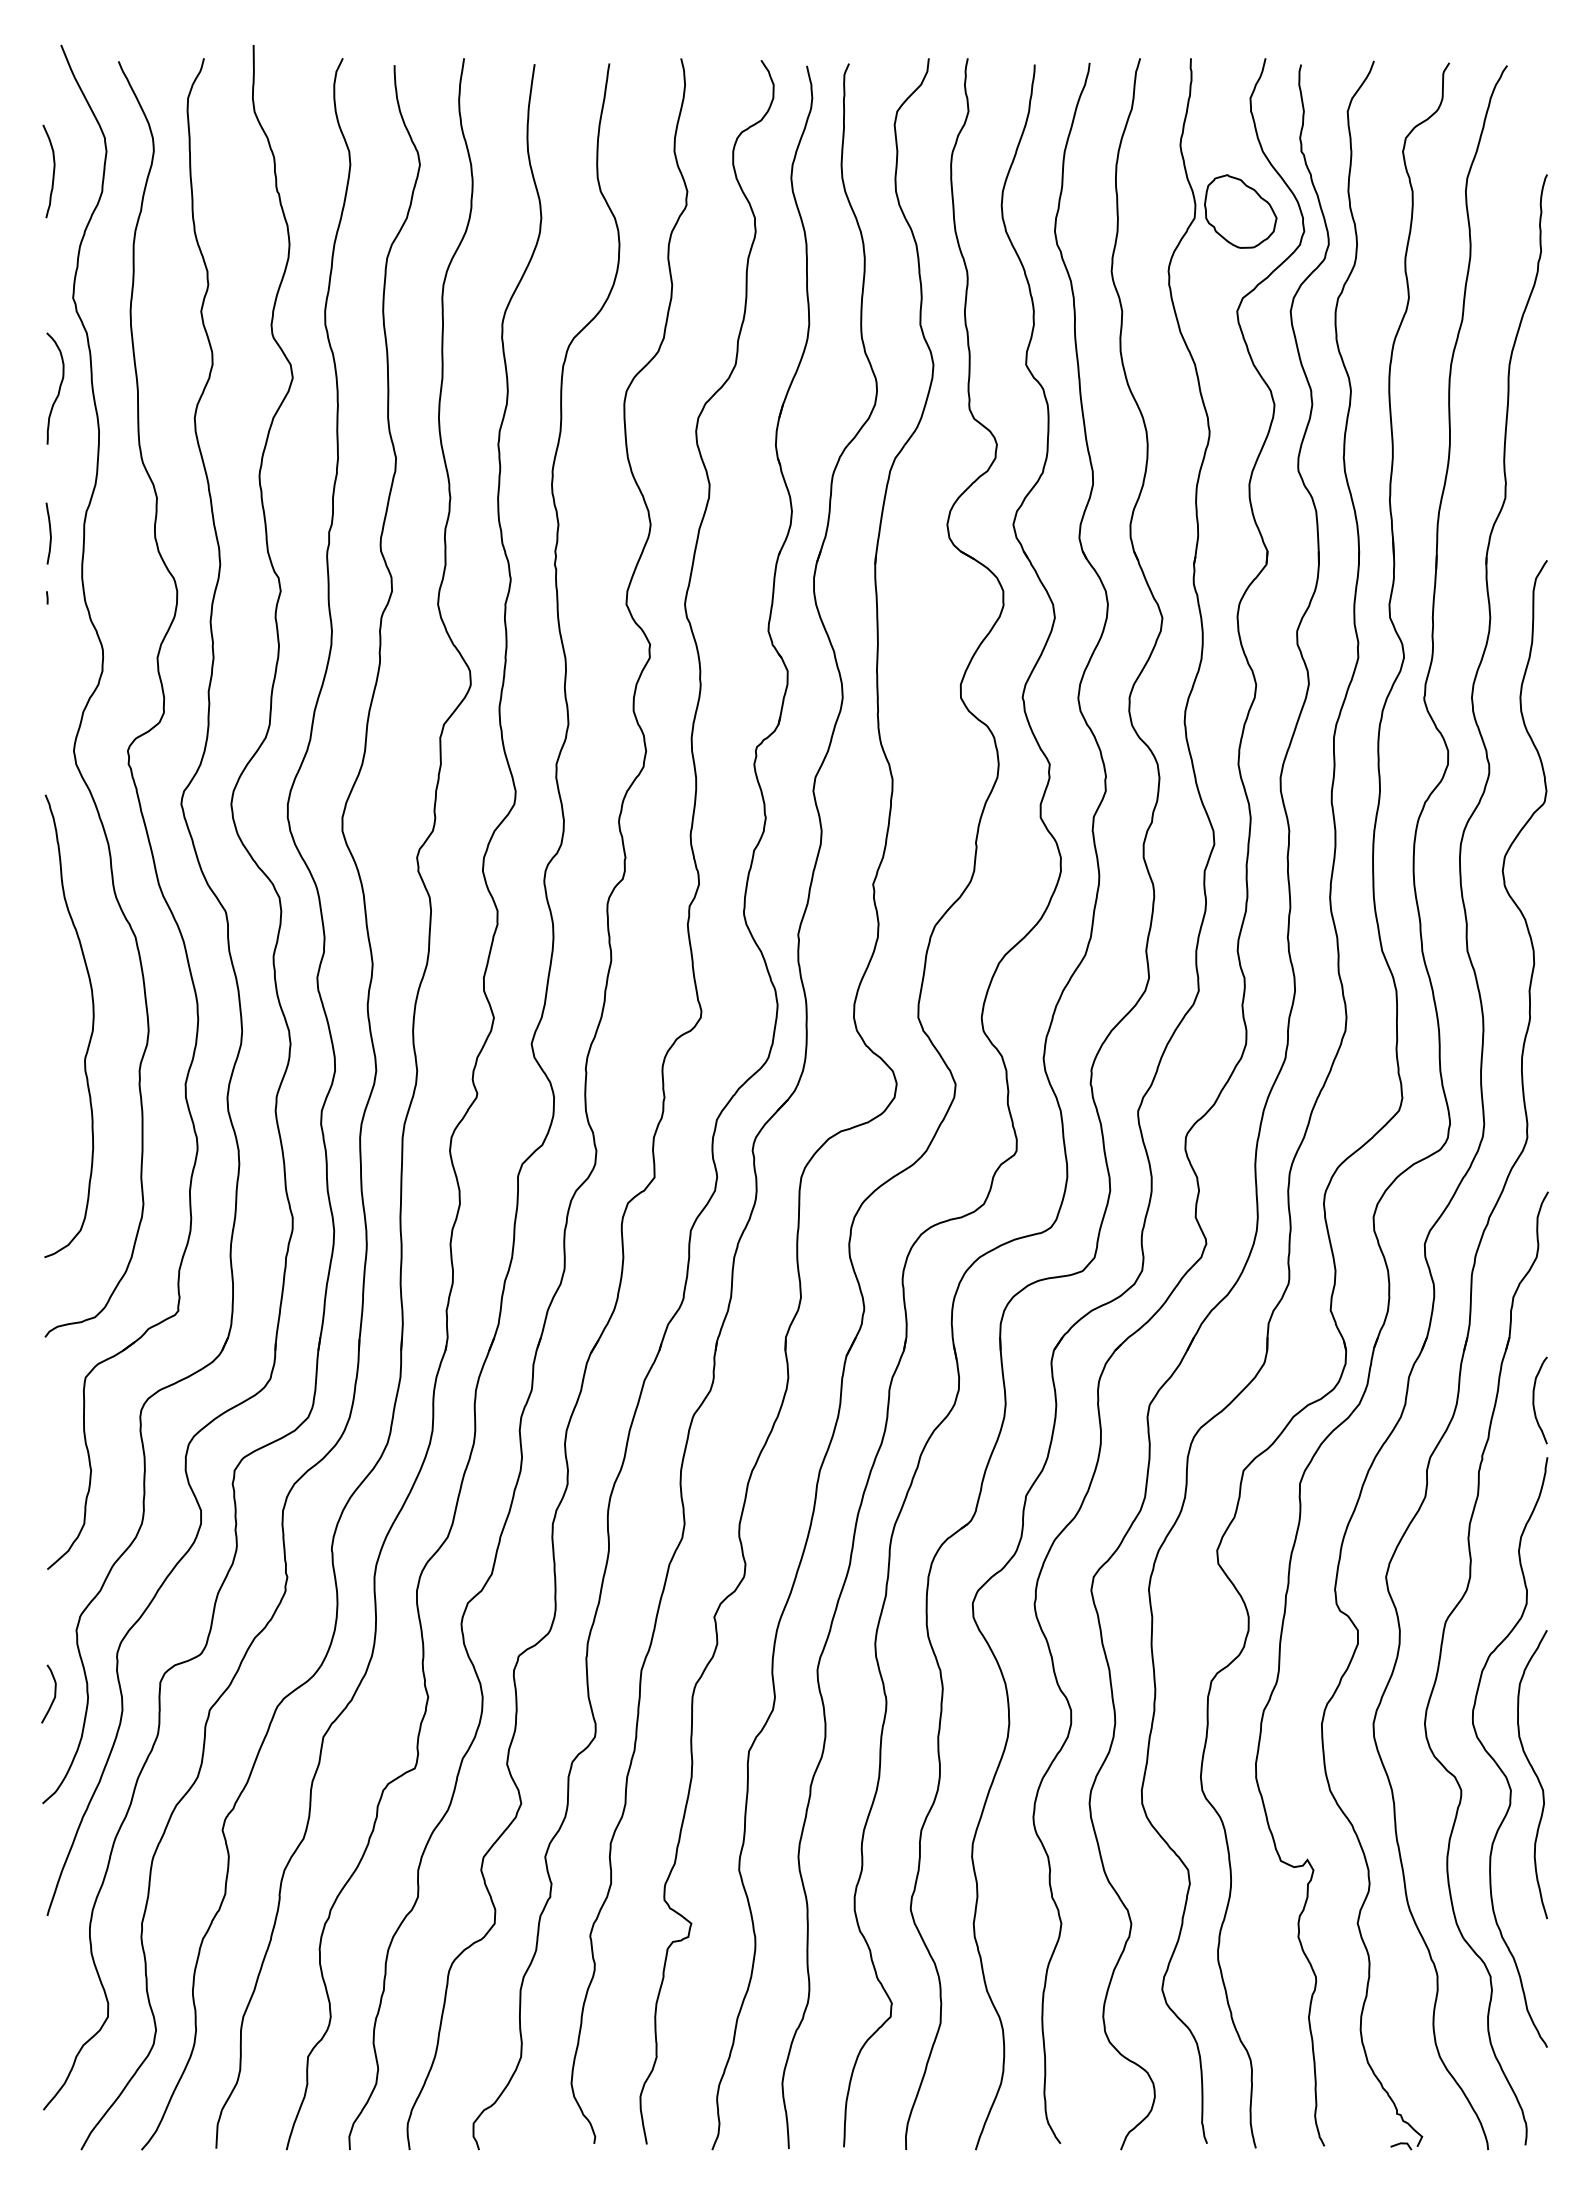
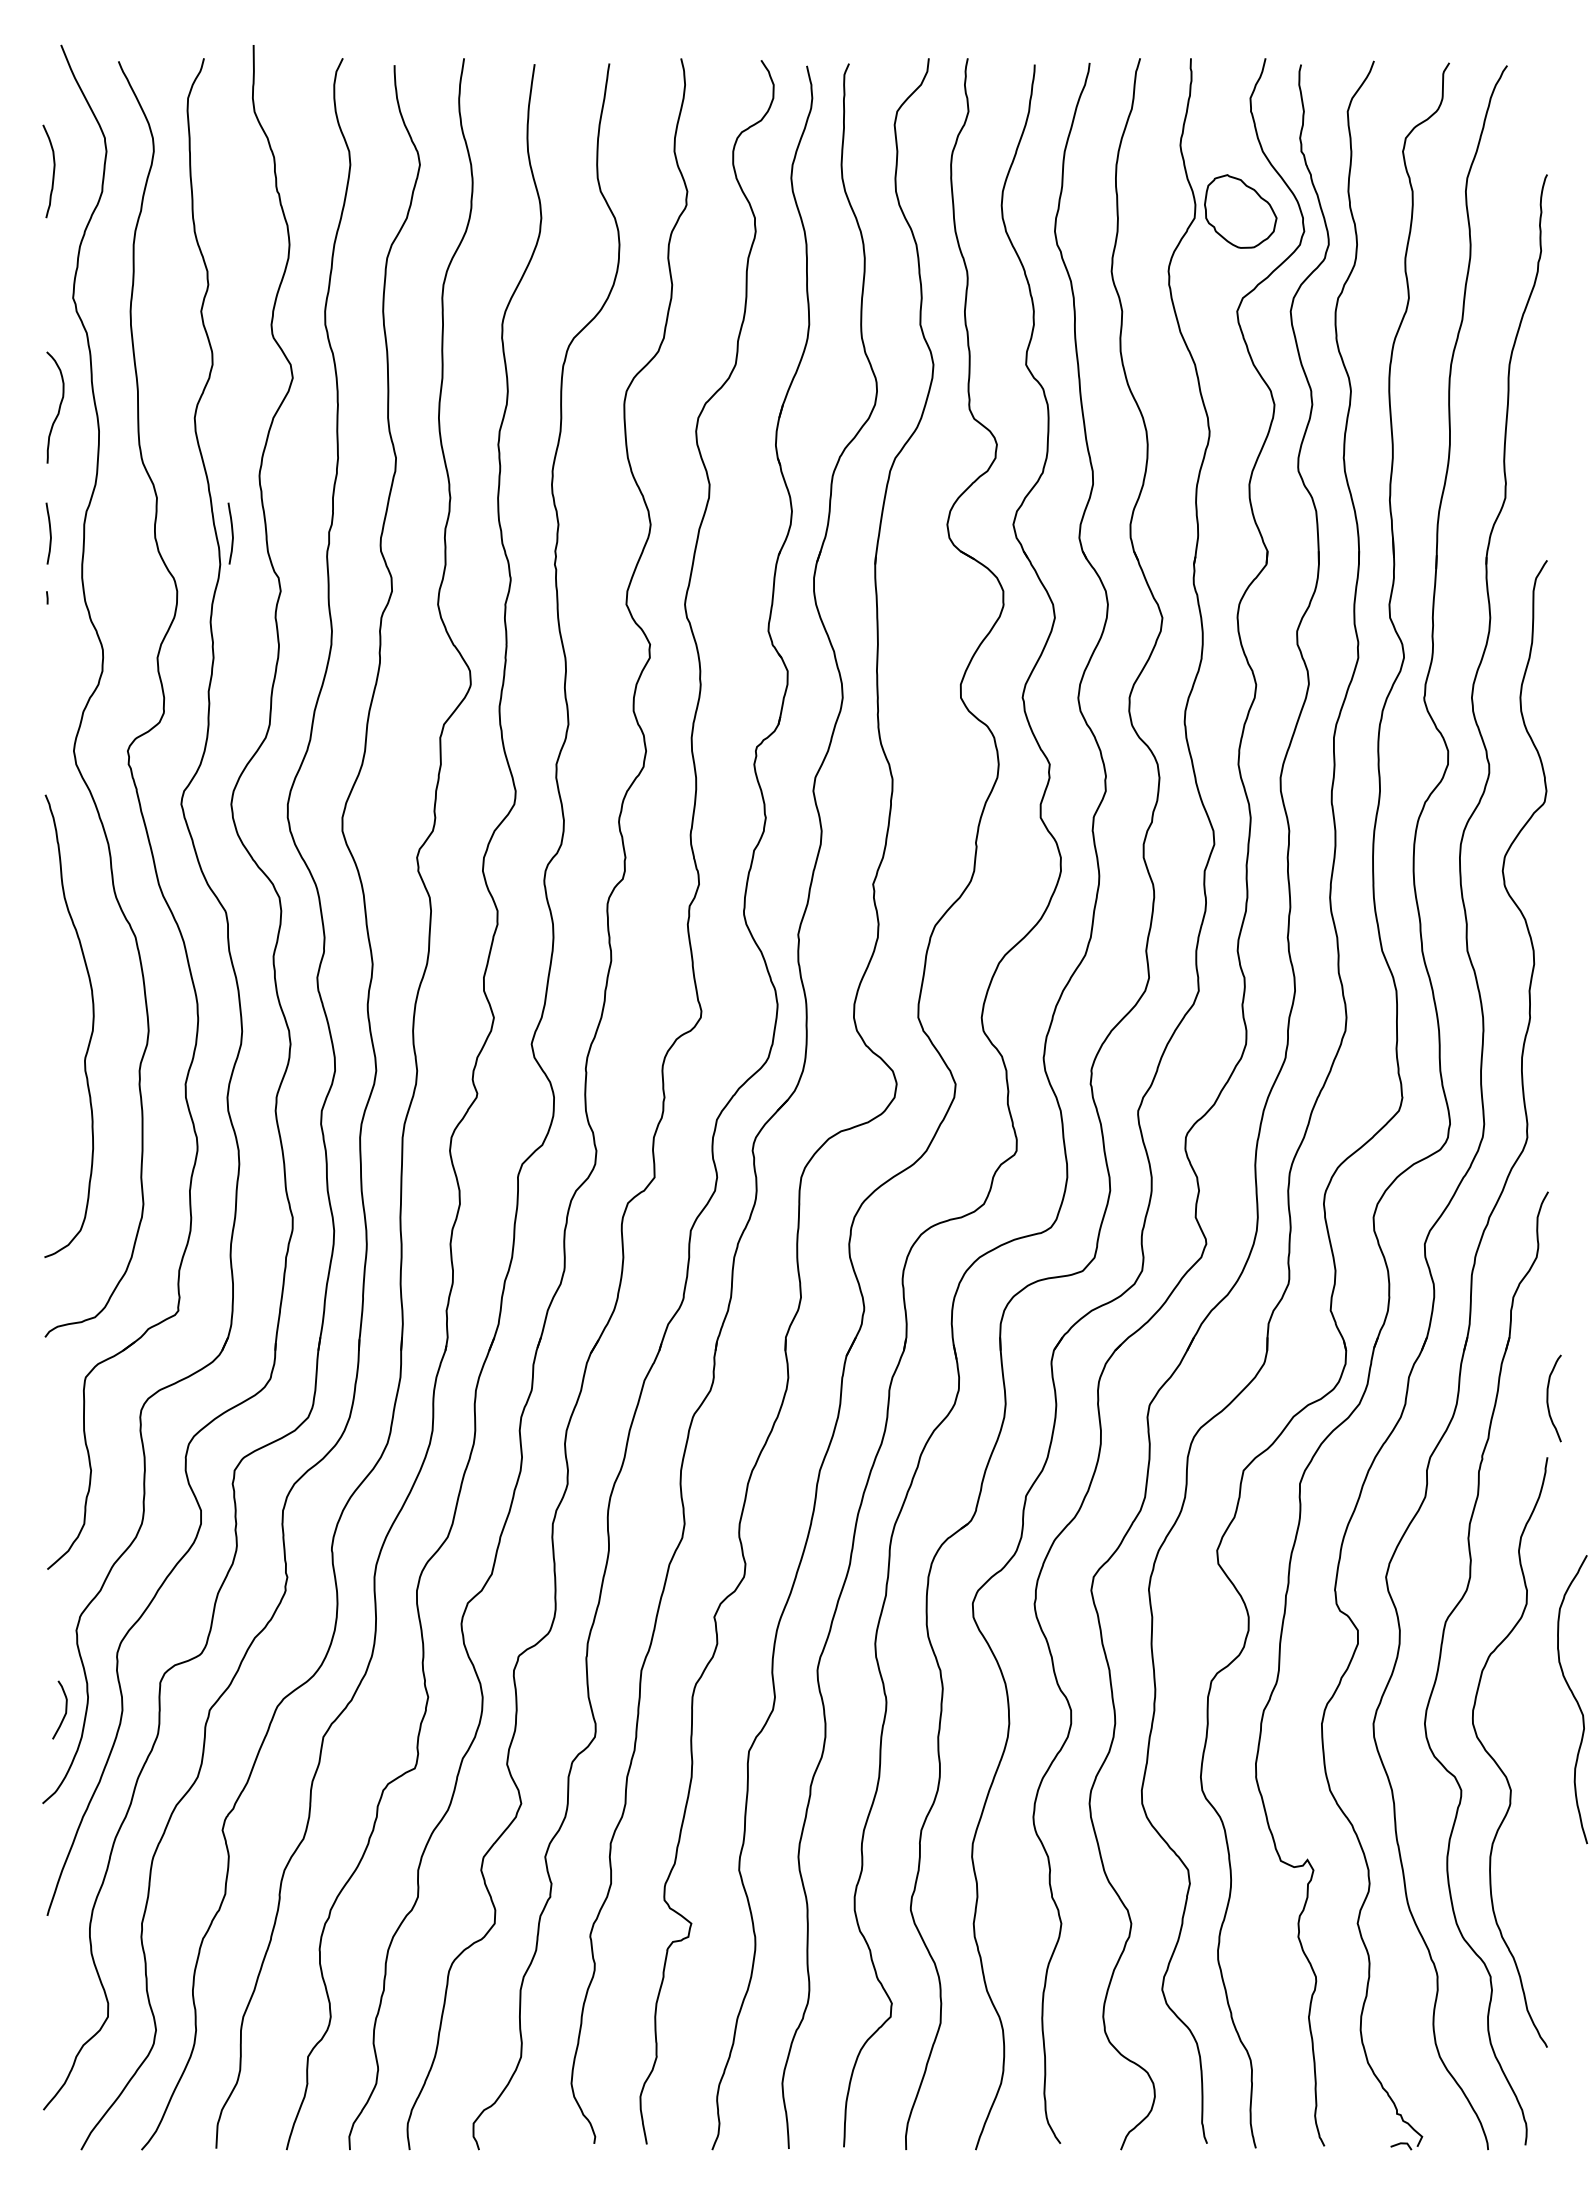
curve at (58, 389) position: (58, 389) -> (58, 408)
curve at (231, 533): none -> present
curve at (1534, 1400) position: (1534, 1400) -> (1548, 1398)
curve at (54, 1693) position: (54, 1693) -> (65, 1709)
curve at (1534, 1774) position: (1534, 1774) -> (1574, 1699)
